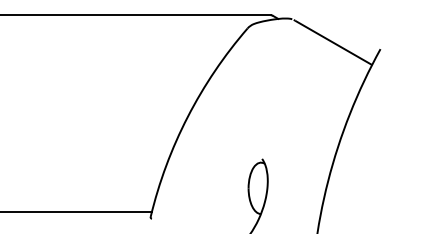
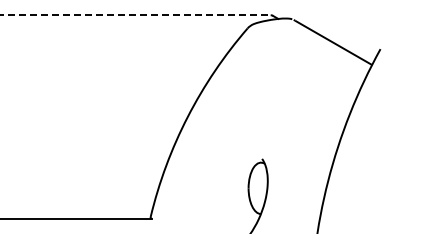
line at (135, 15): solid -> dashed
line at (77, 211) position: (77, 211) -> (77, 218)
